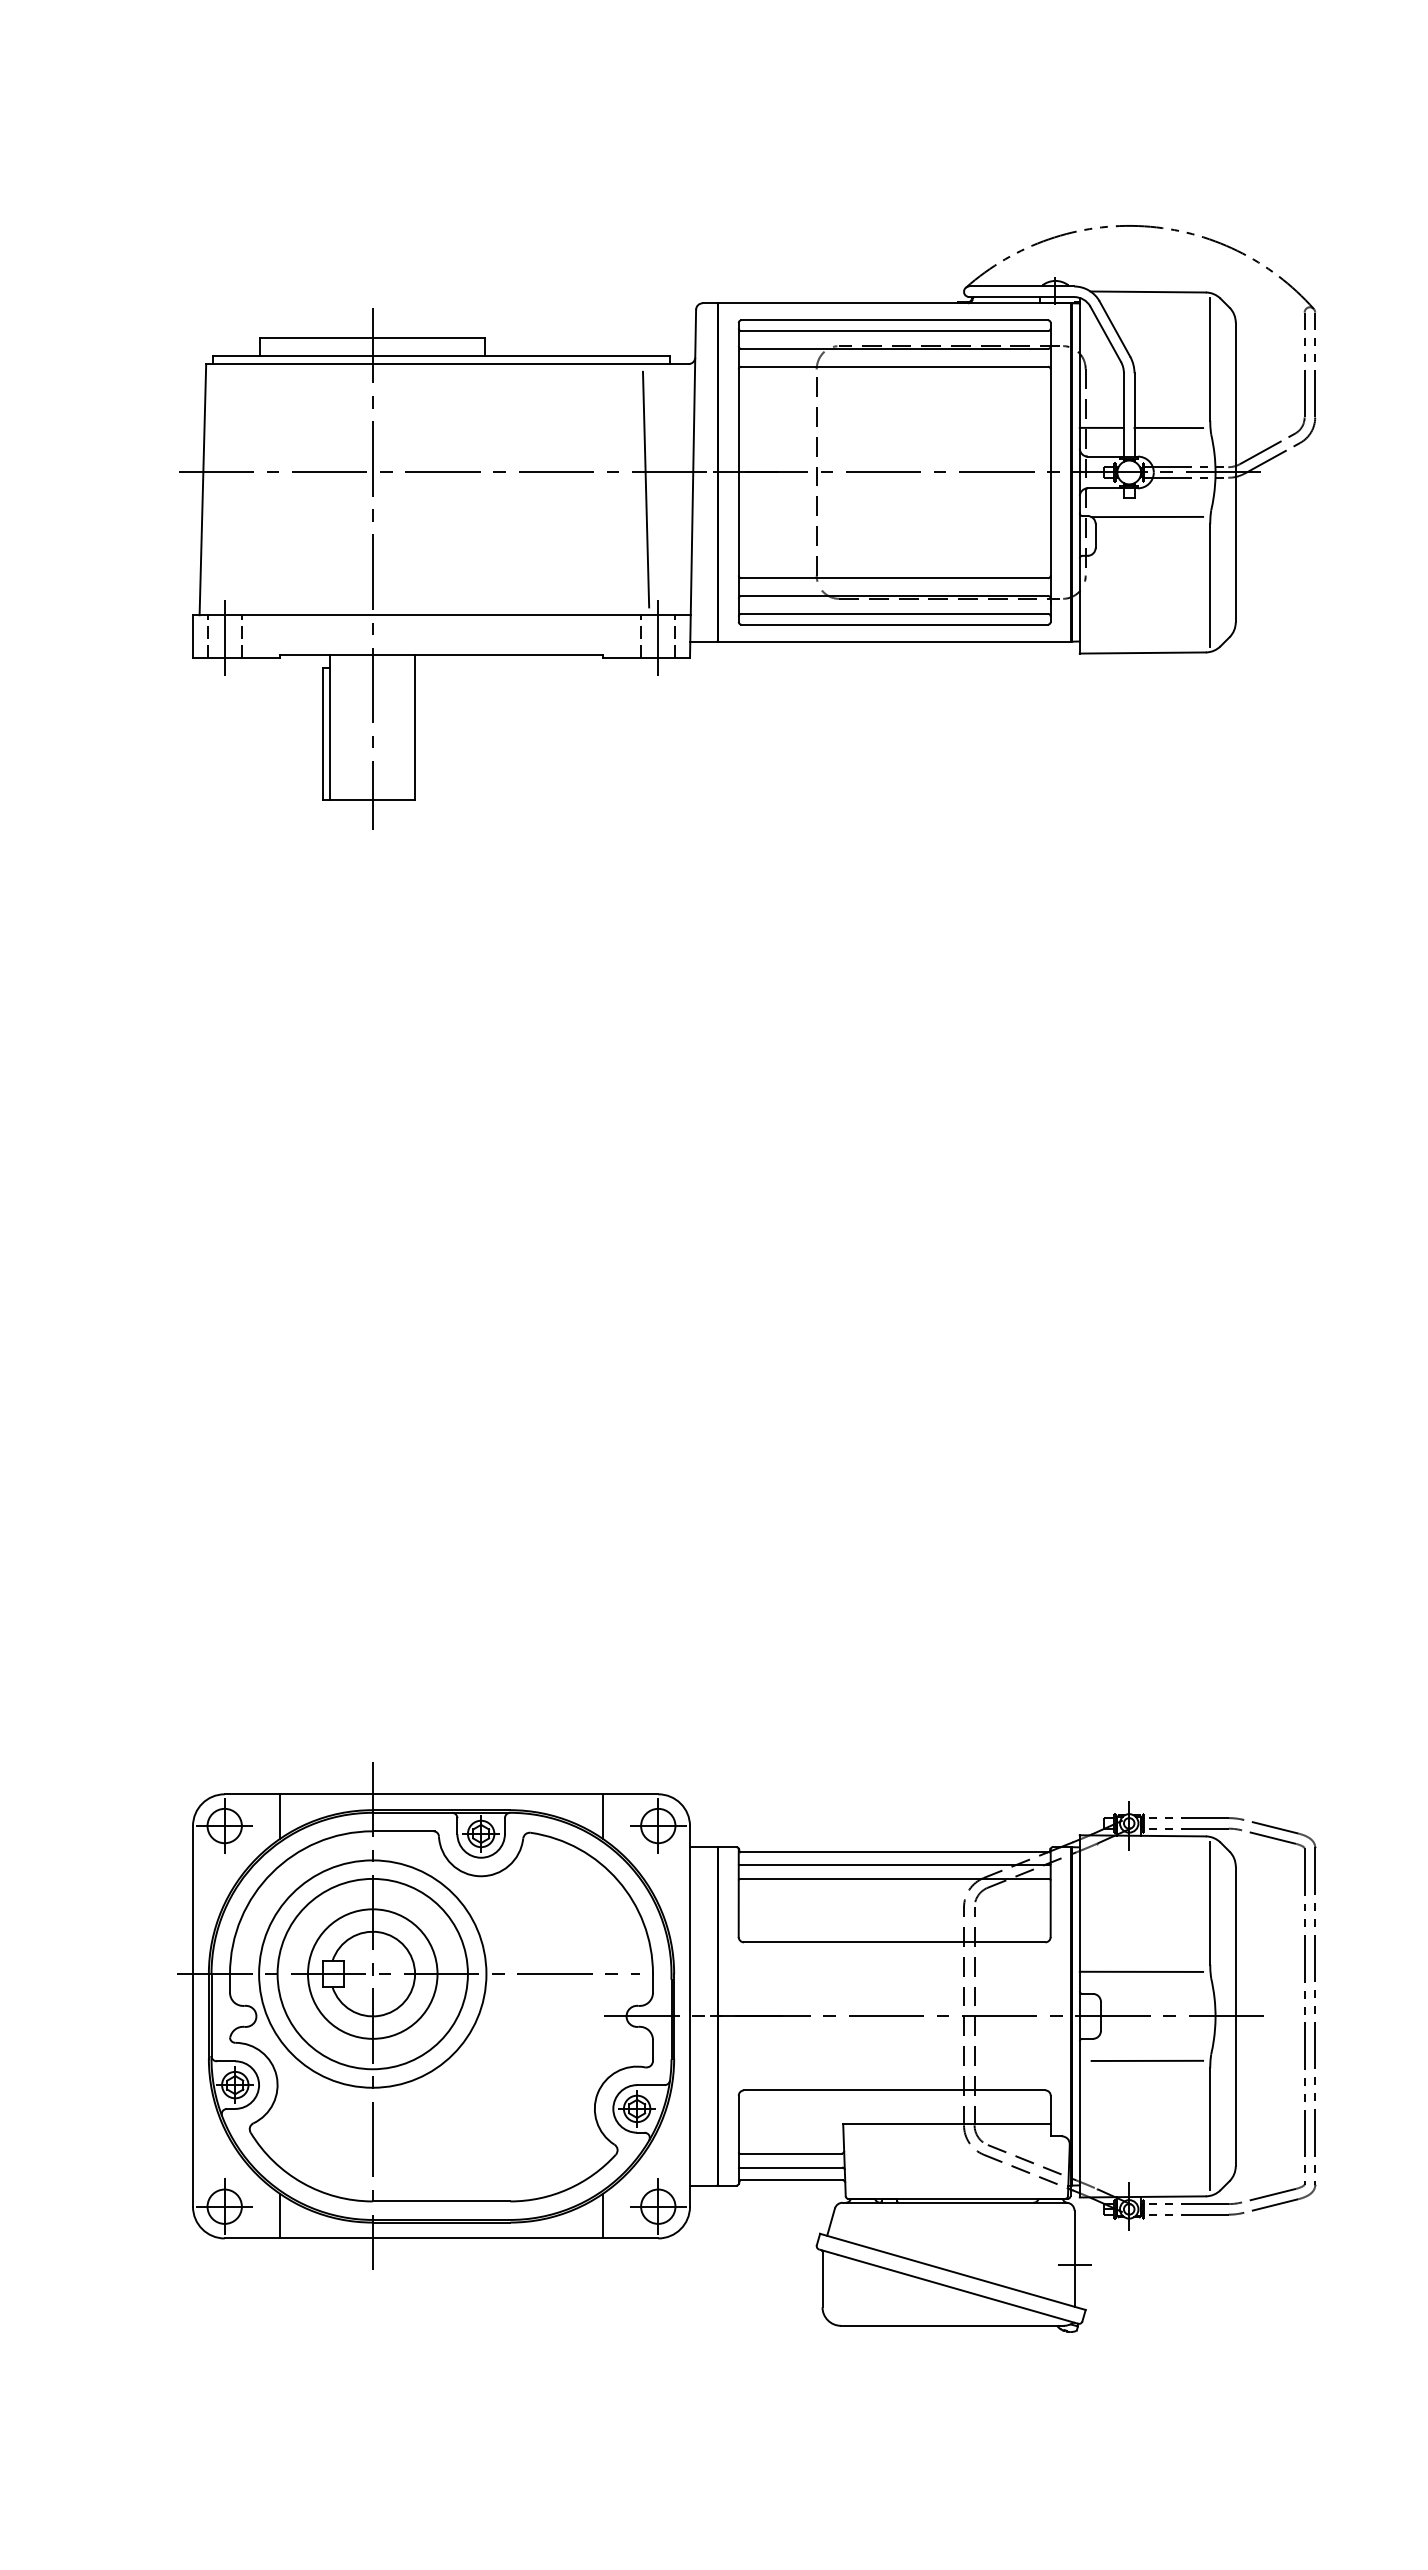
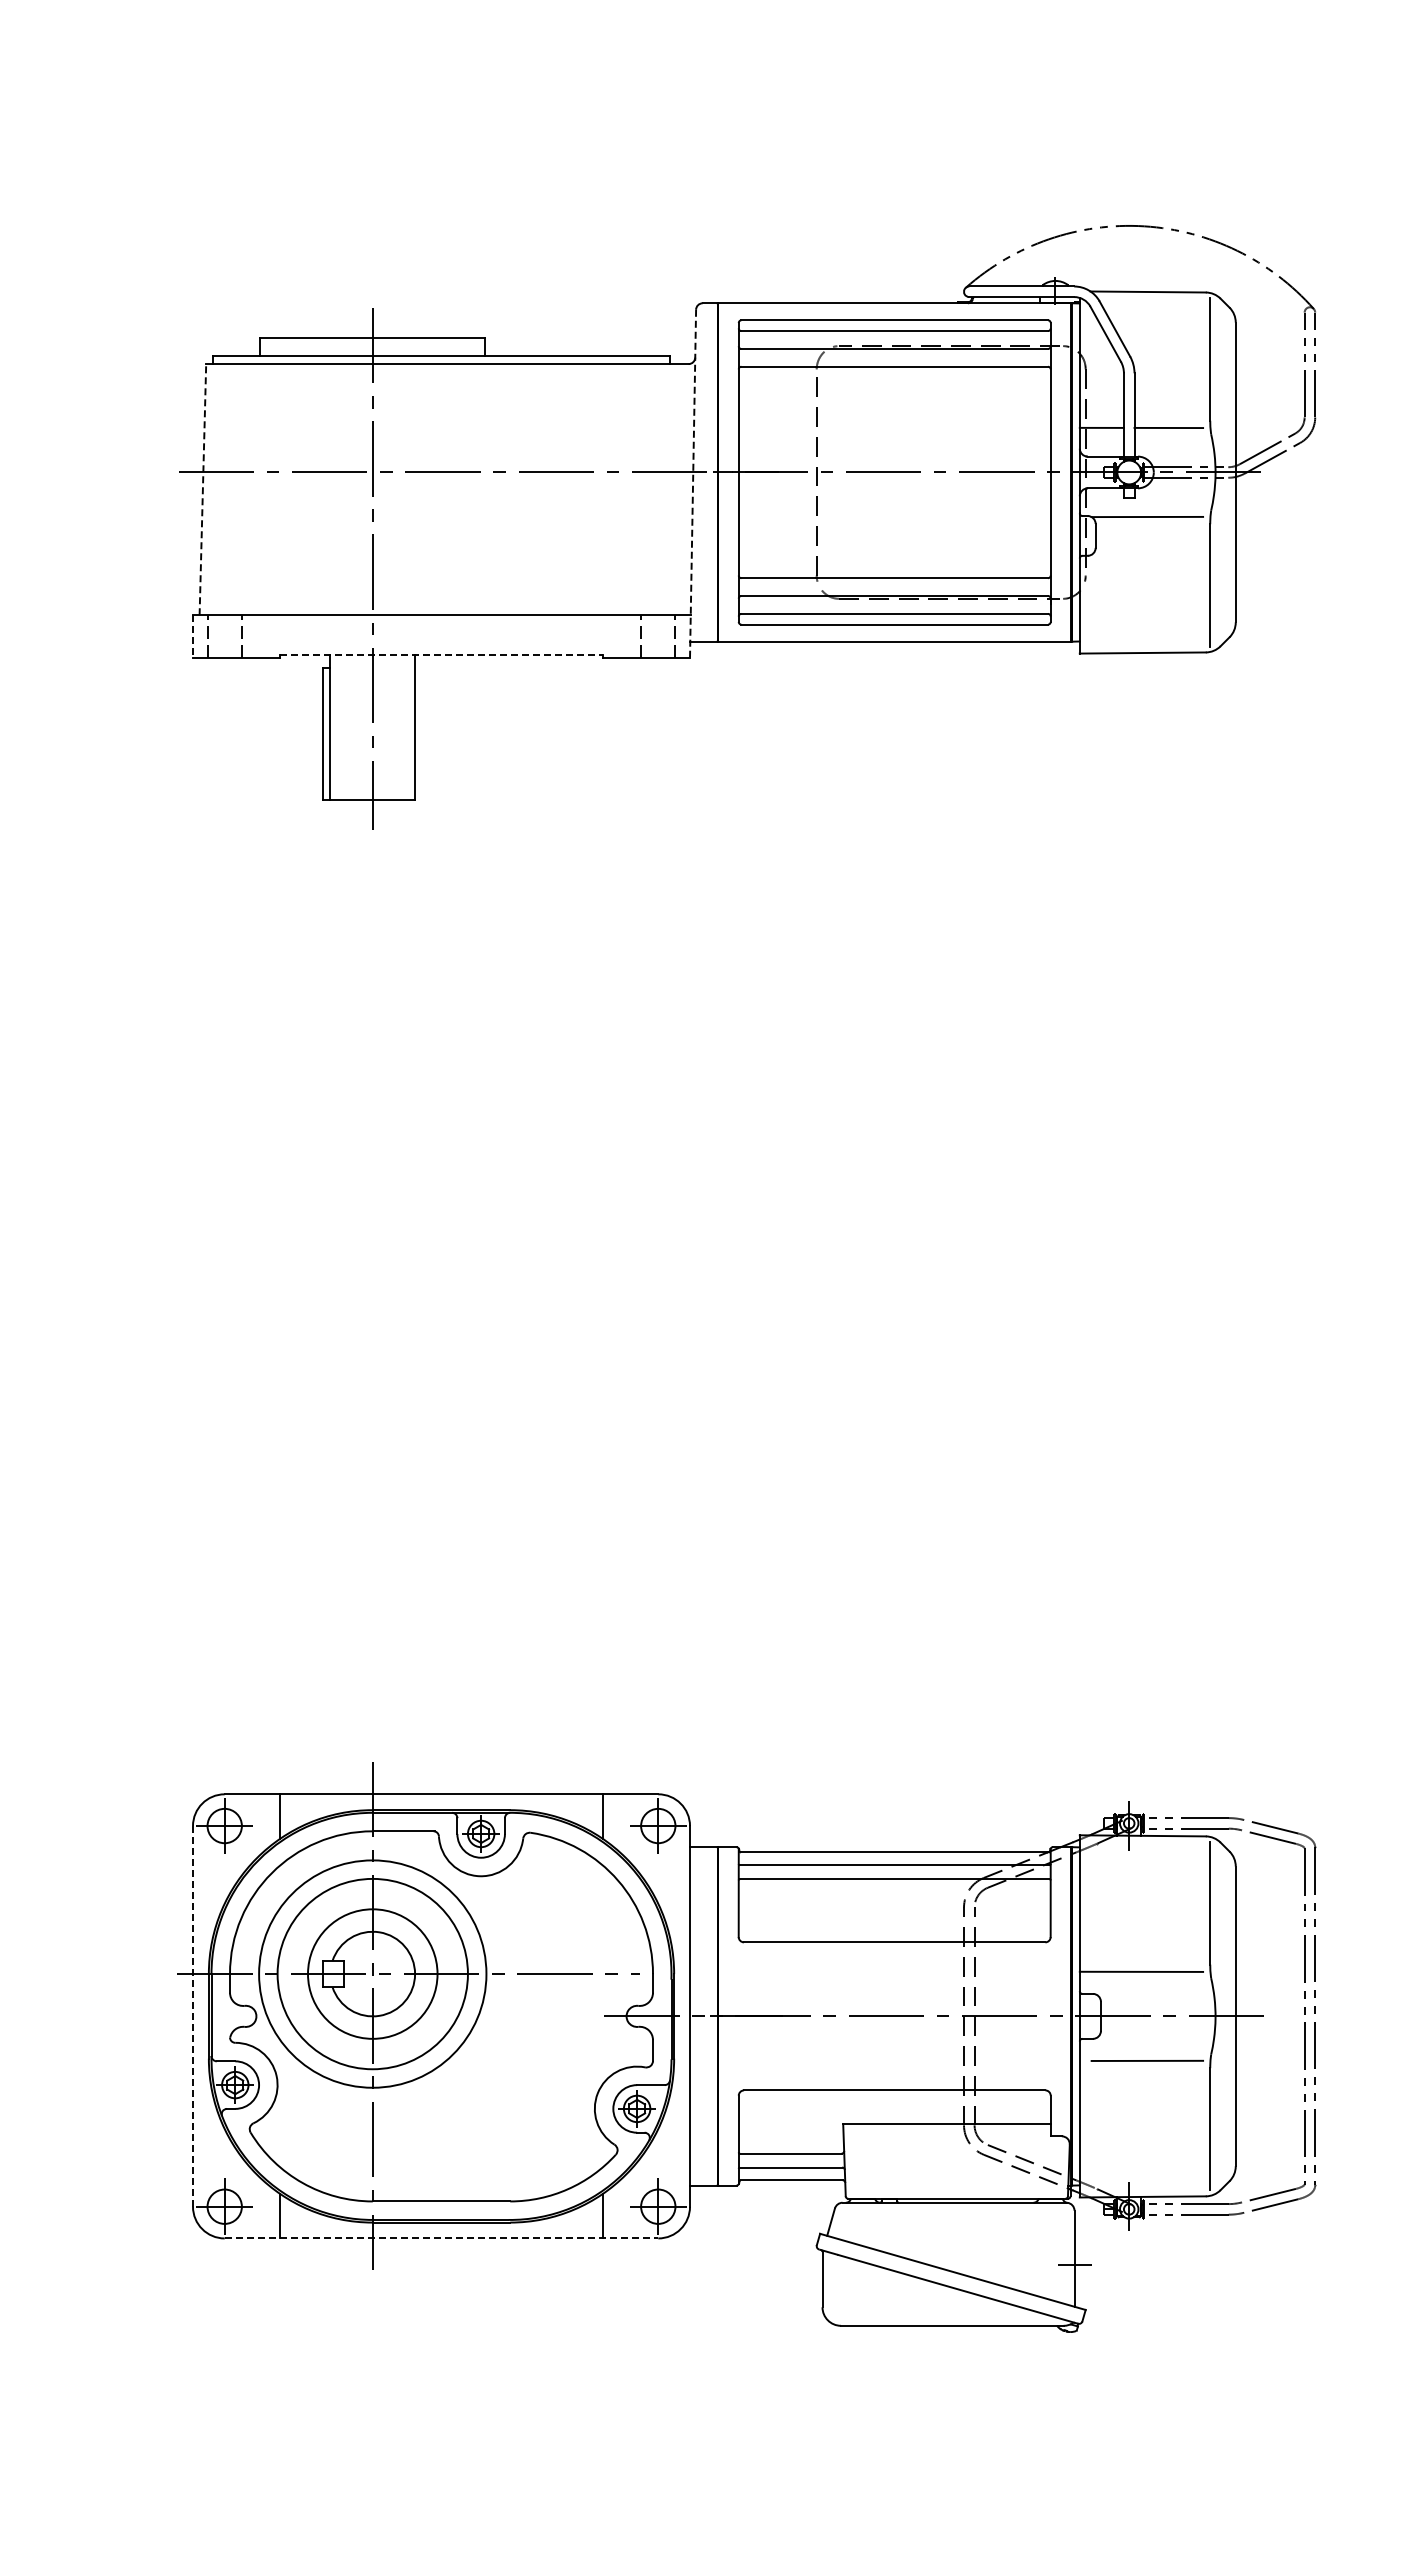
line at (693, 483): solid -> dashed
line at (202, 489): solid -> dashed
line at (645, 489): present -> none
line at (193, 636): solid -> dashed
line at (224, 636): present -> none
line at (658, 636): present -> none
line at (442, 654): solid -> dashed
line at (193, 2015): solid -> dashed
line at (441, 2238): solid -> dashed
